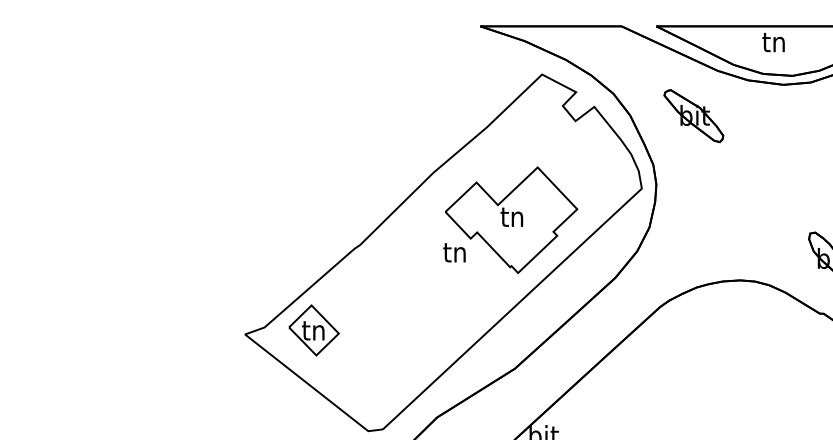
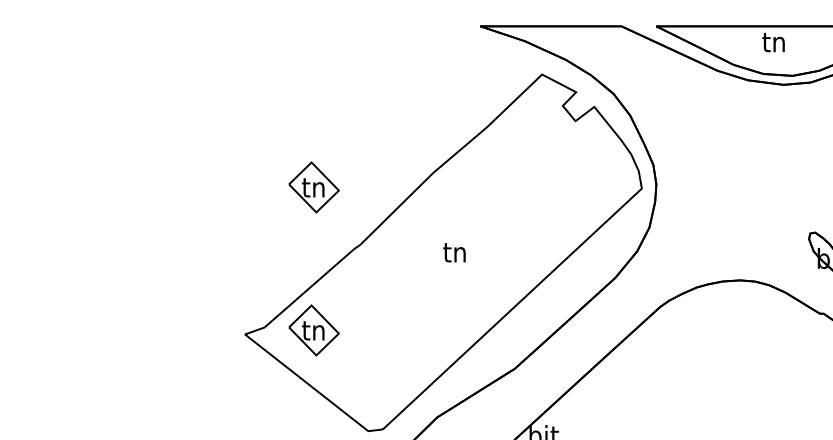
part at (693, 116): present -> none
part at (313, 187): none -> present
part at (511, 219): present -> none
